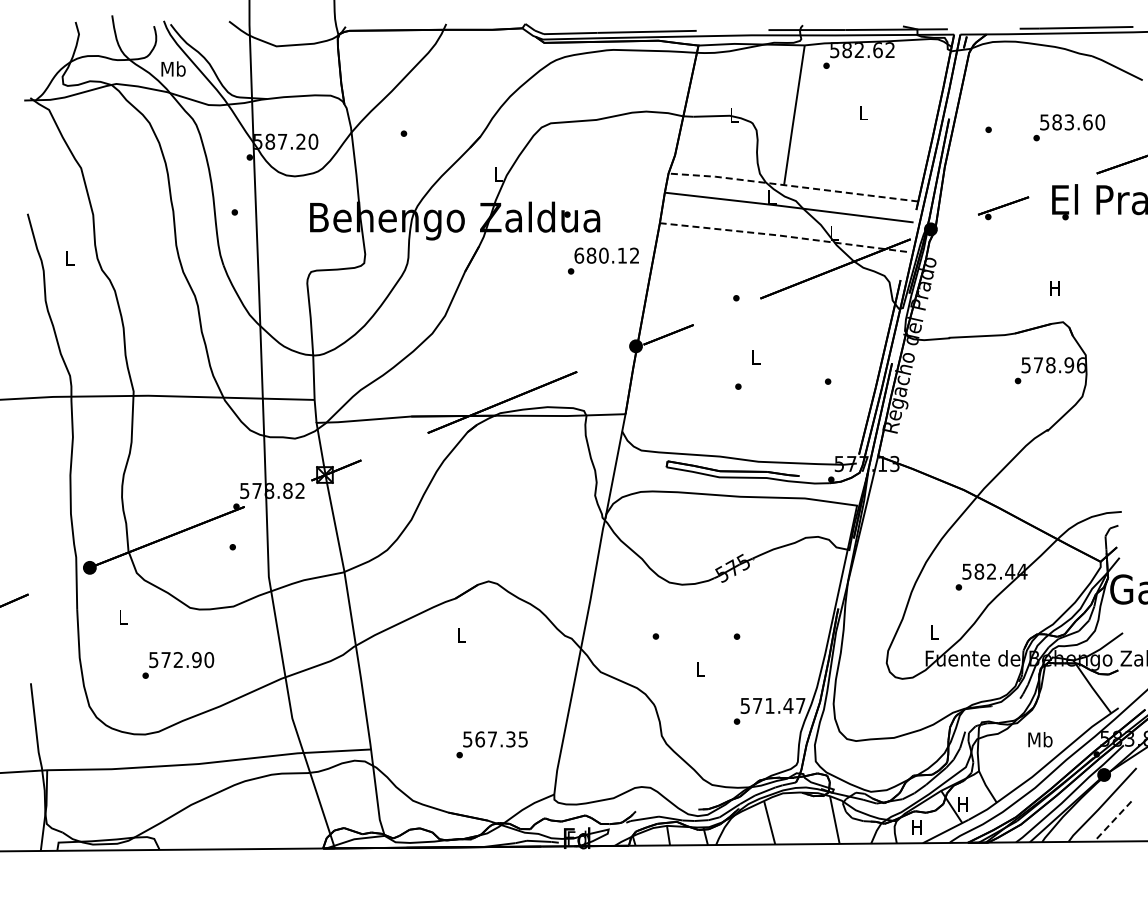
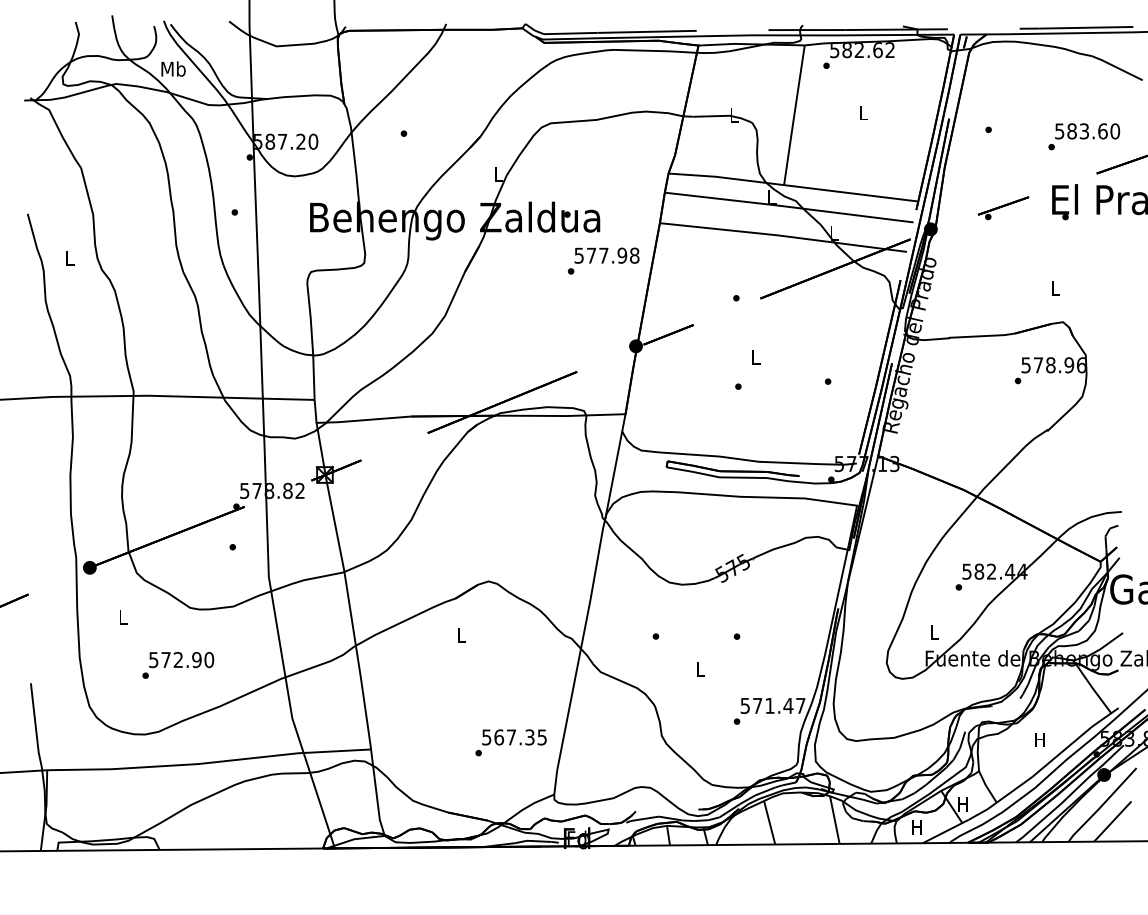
text at (1069, 127) position: (1069, 127) -> (1084, 136)
line at (792, 186): dashed -> solid
line at (782, 235): dashed -> solid
text at (606, 255): 680.12 -> 577.98
text at (1054, 288): H -> L
text at (1040, 739): Mb -> H
text at (491, 744) position: (491, 744) -> (510, 742)
line at (1112, 821): dashed -> solid
